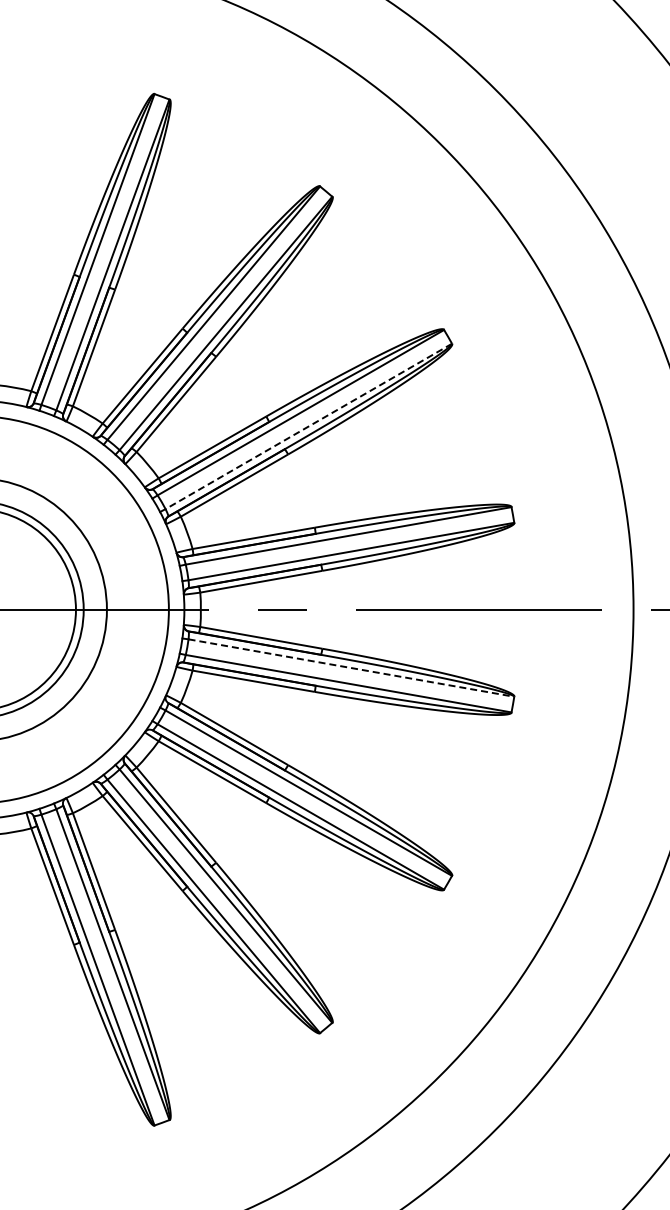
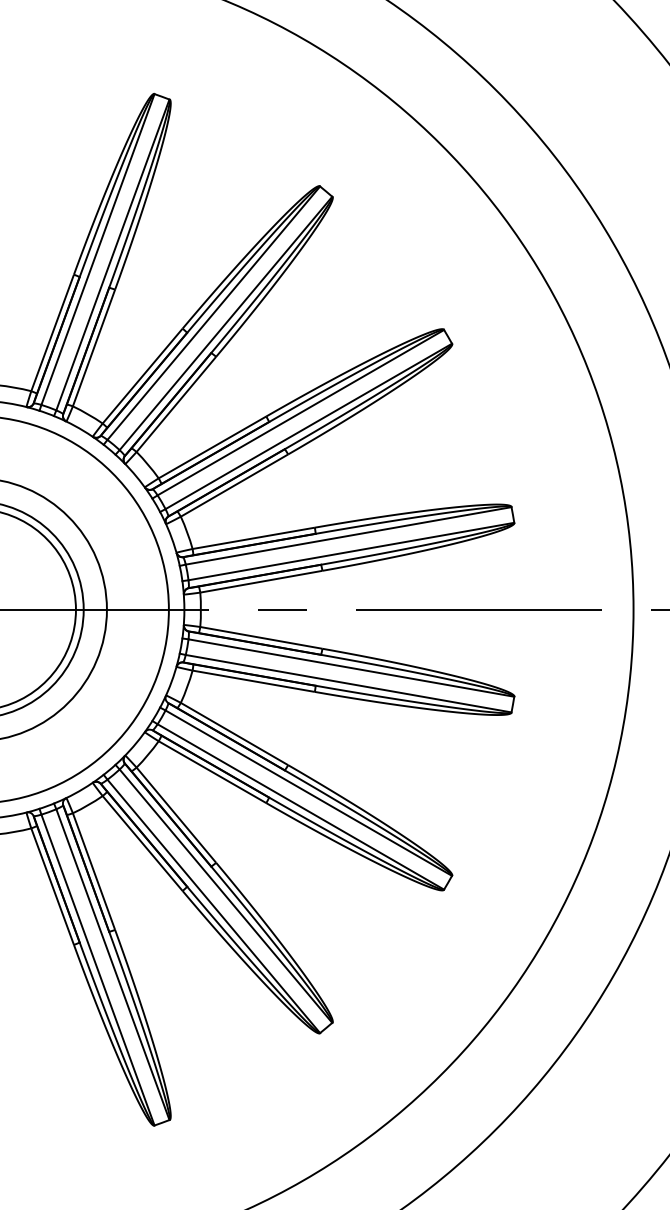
line at (308, 426): dashed -> solid
line at (351, 668): dashed -> solid
